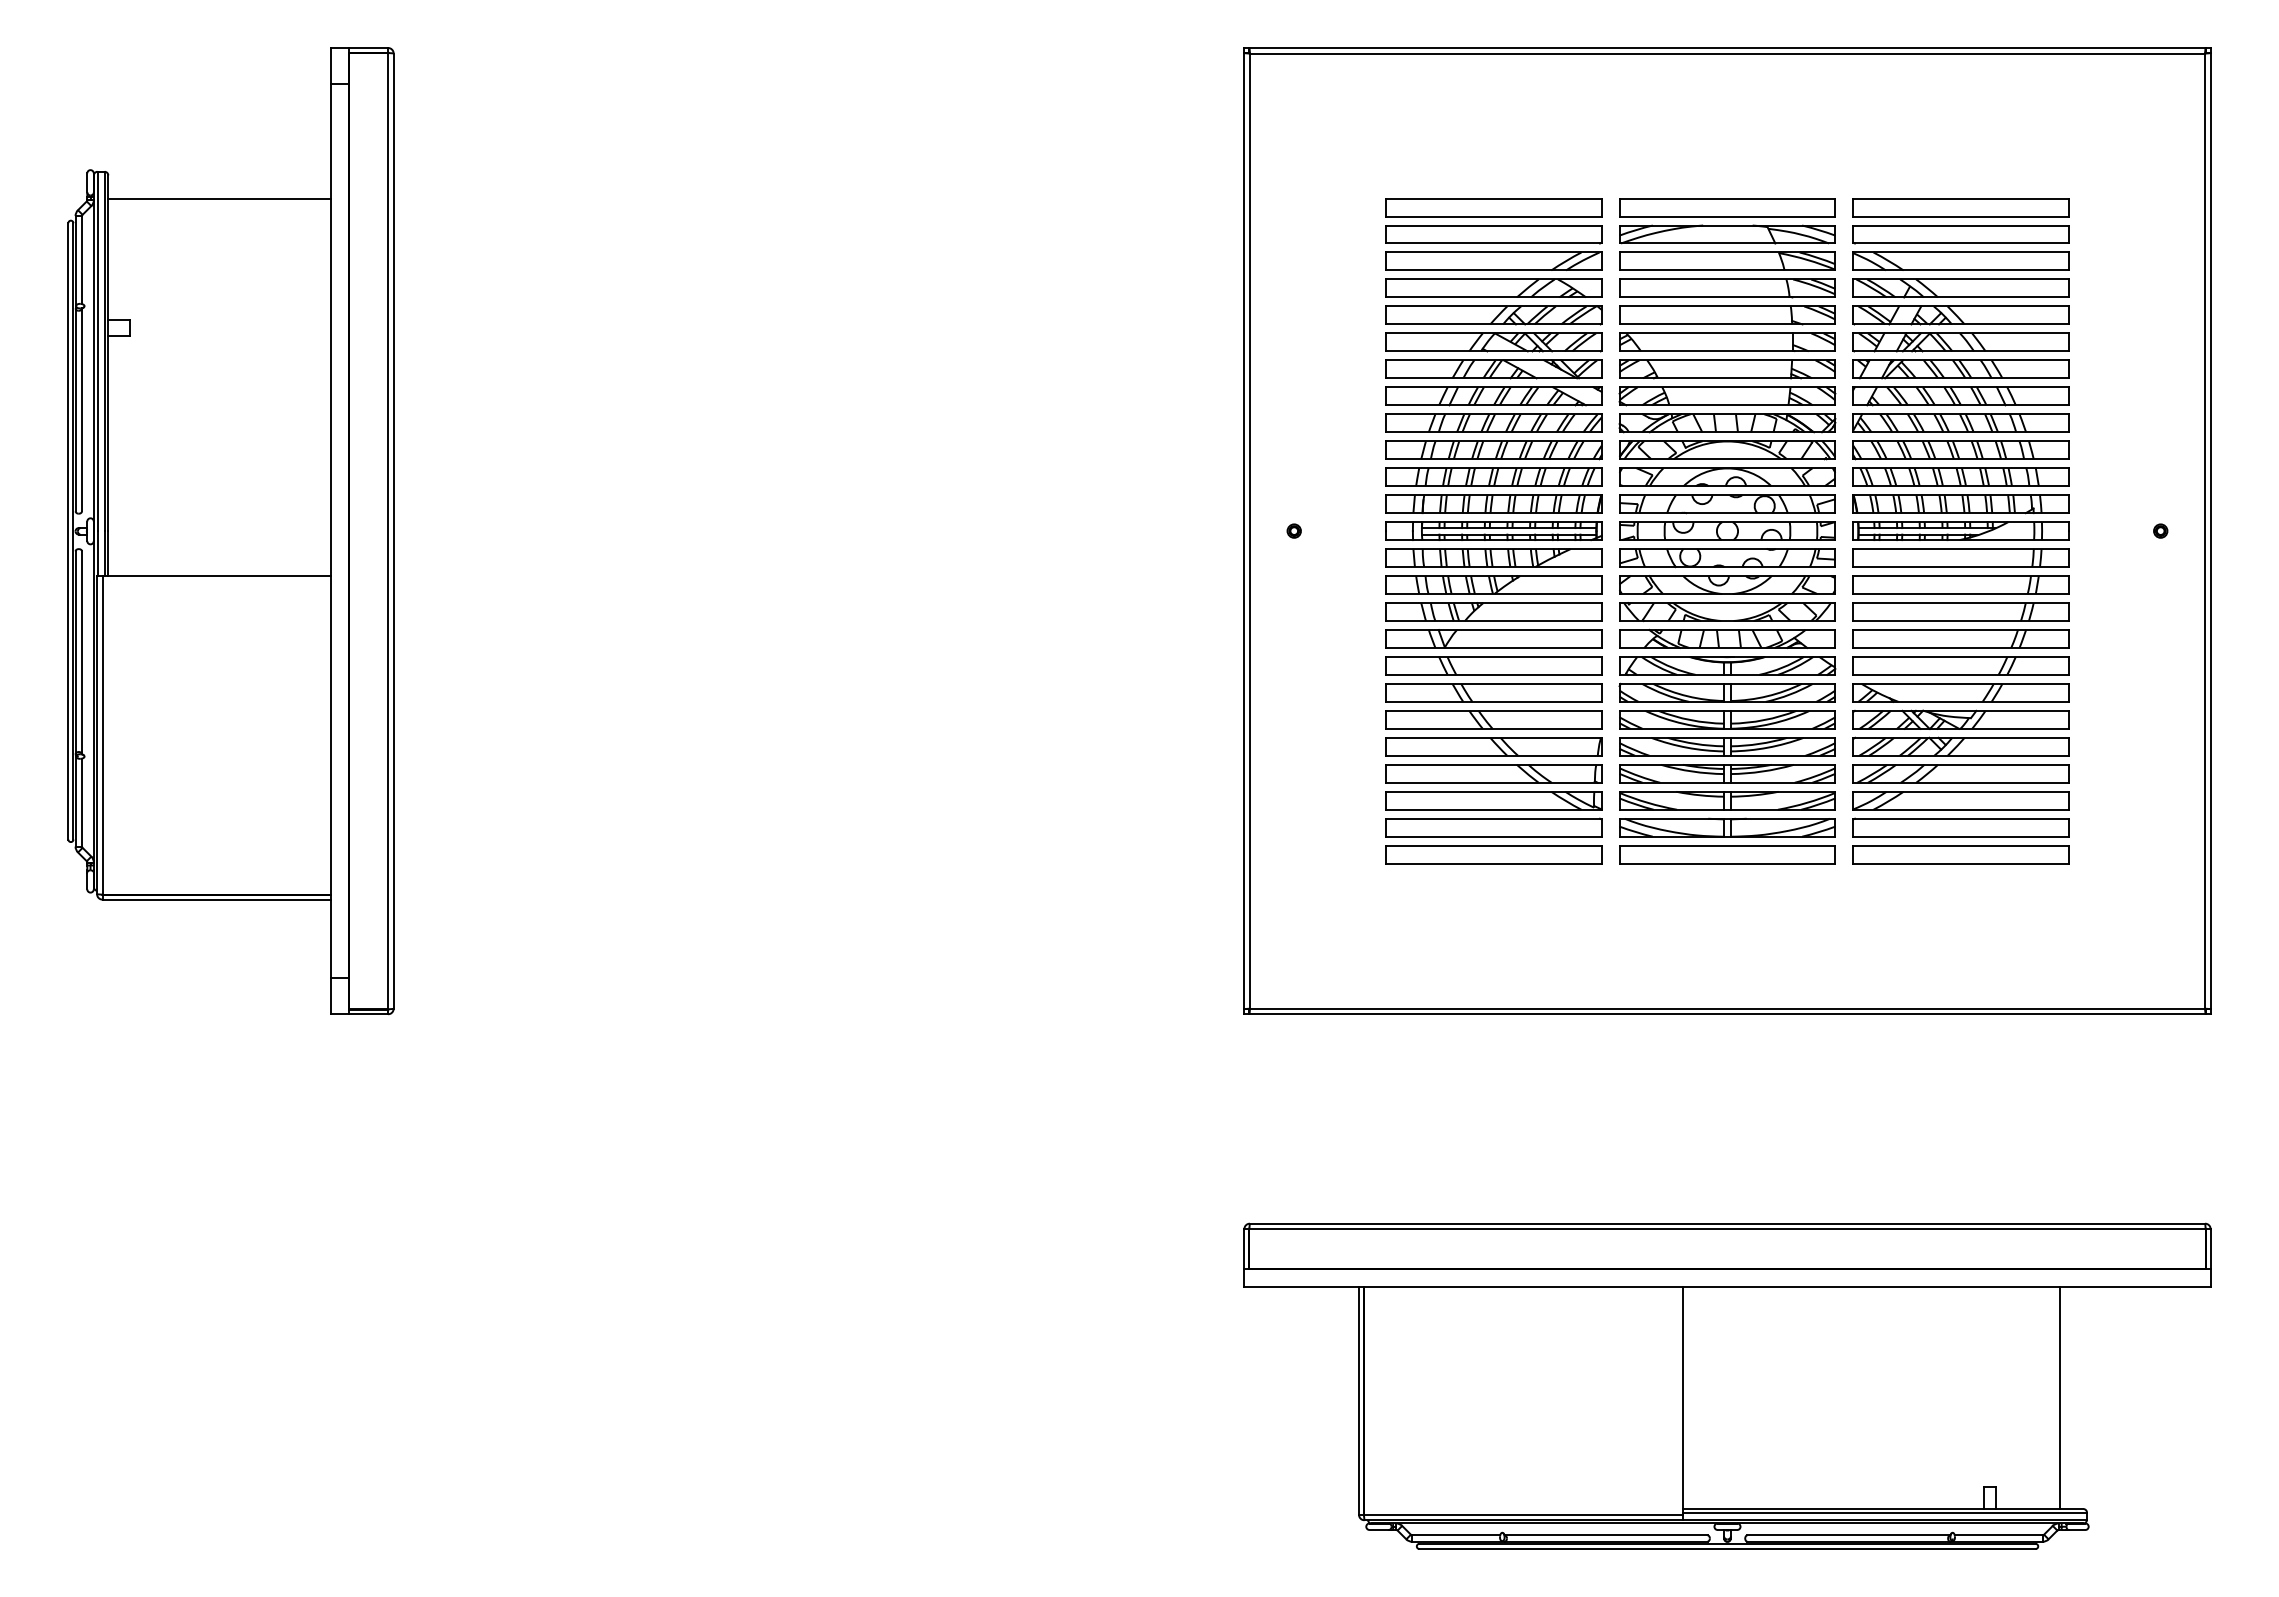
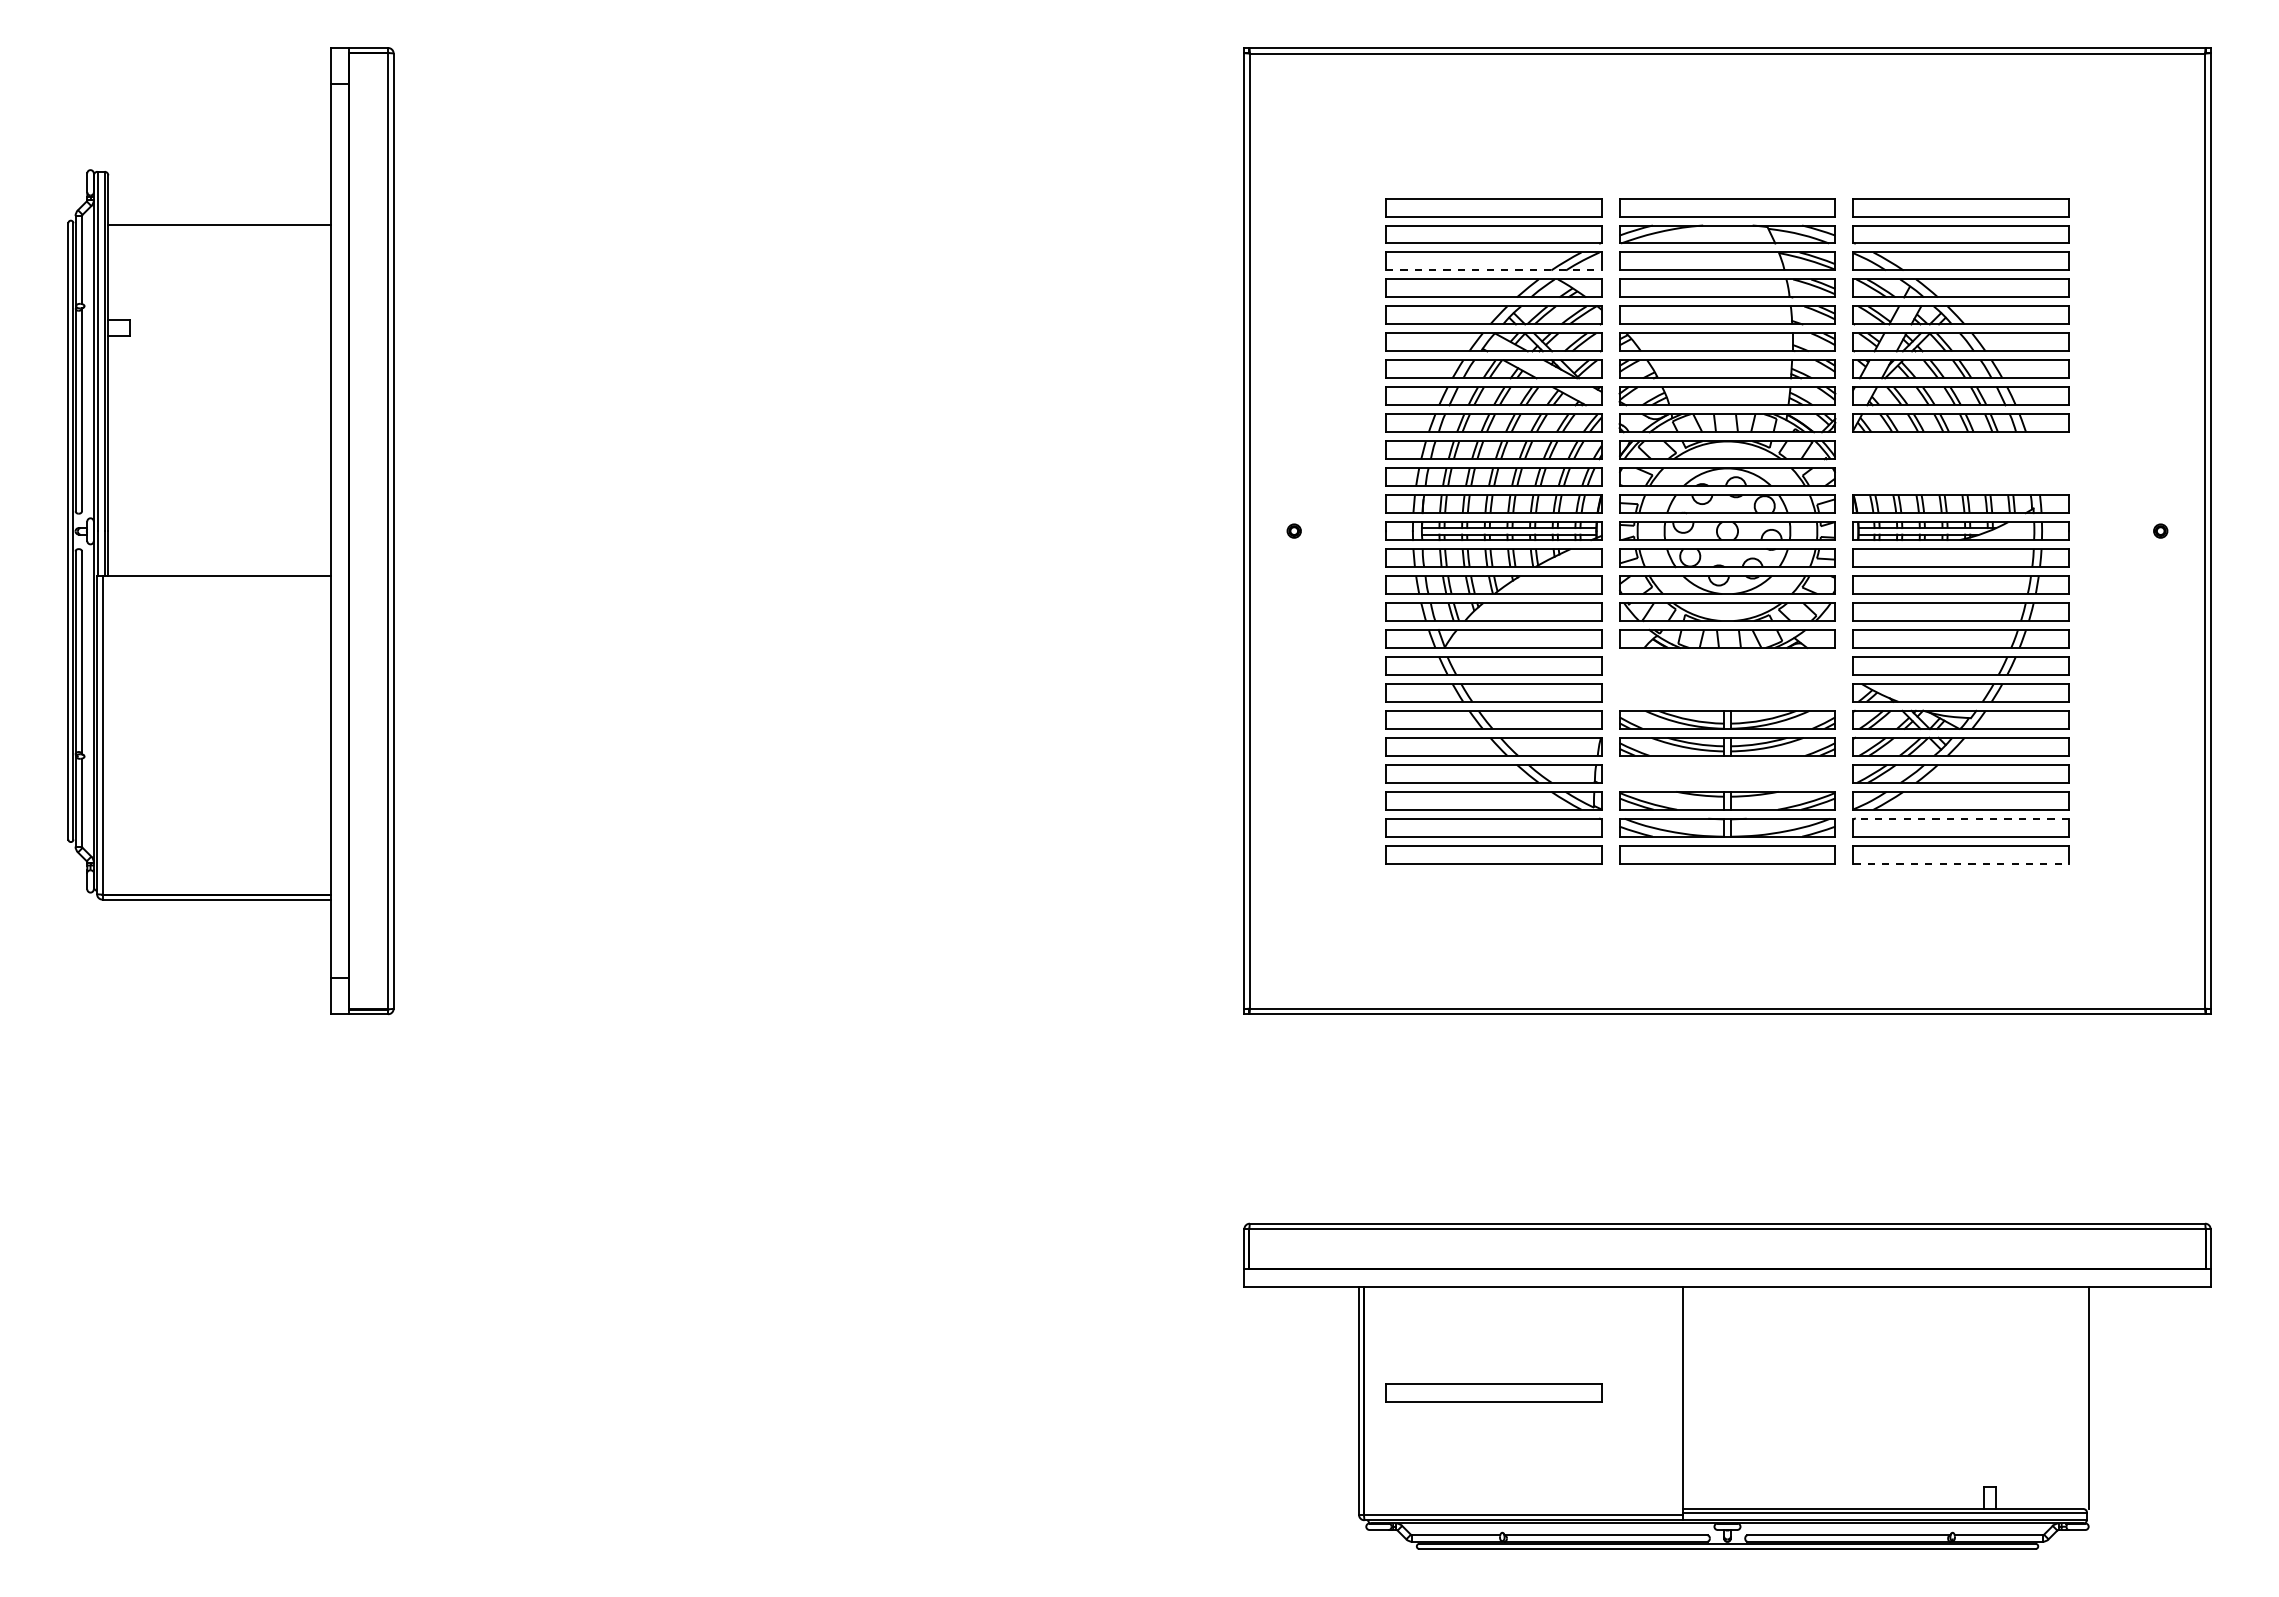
line at (219, 199) position: (219, 199) -> (219, 225)
line at (1493, 270): solid -> dashed
part at (1960, 463): present -> none
part at (1727, 679): present -> none
part at (1727, 773): present -> none
line at (1961, 818): solid -> dashed
line at (1961, 863): solid -> dashed
part at (1493, 1392): none -> present
line at (2059, 1397) position: (2059, 1397) -> (2088, 1397)
